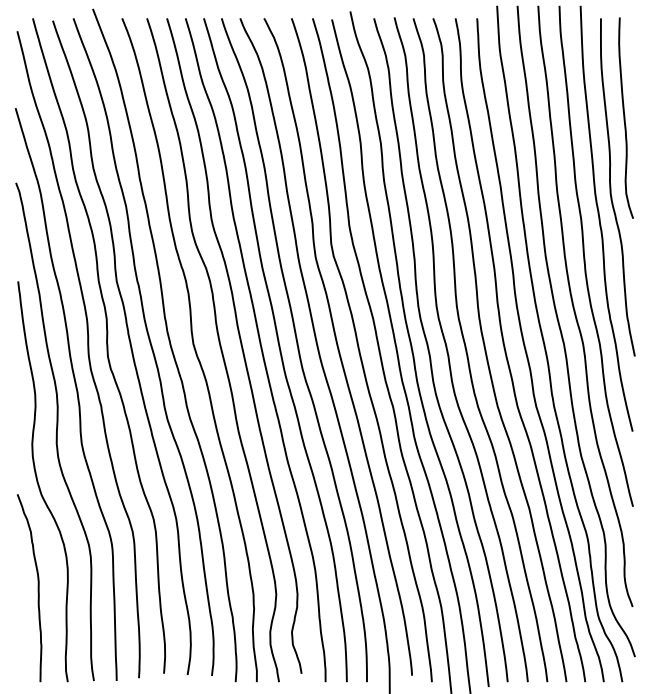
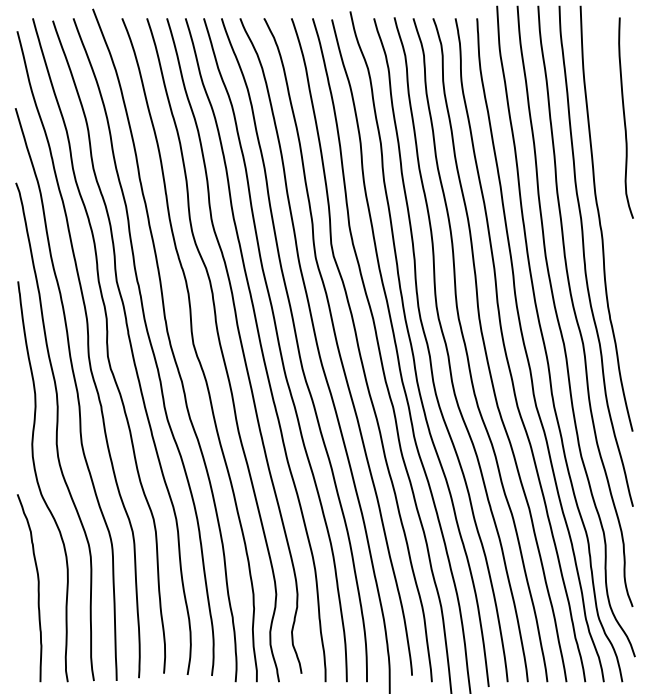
curve at (611, 187): present -> none
